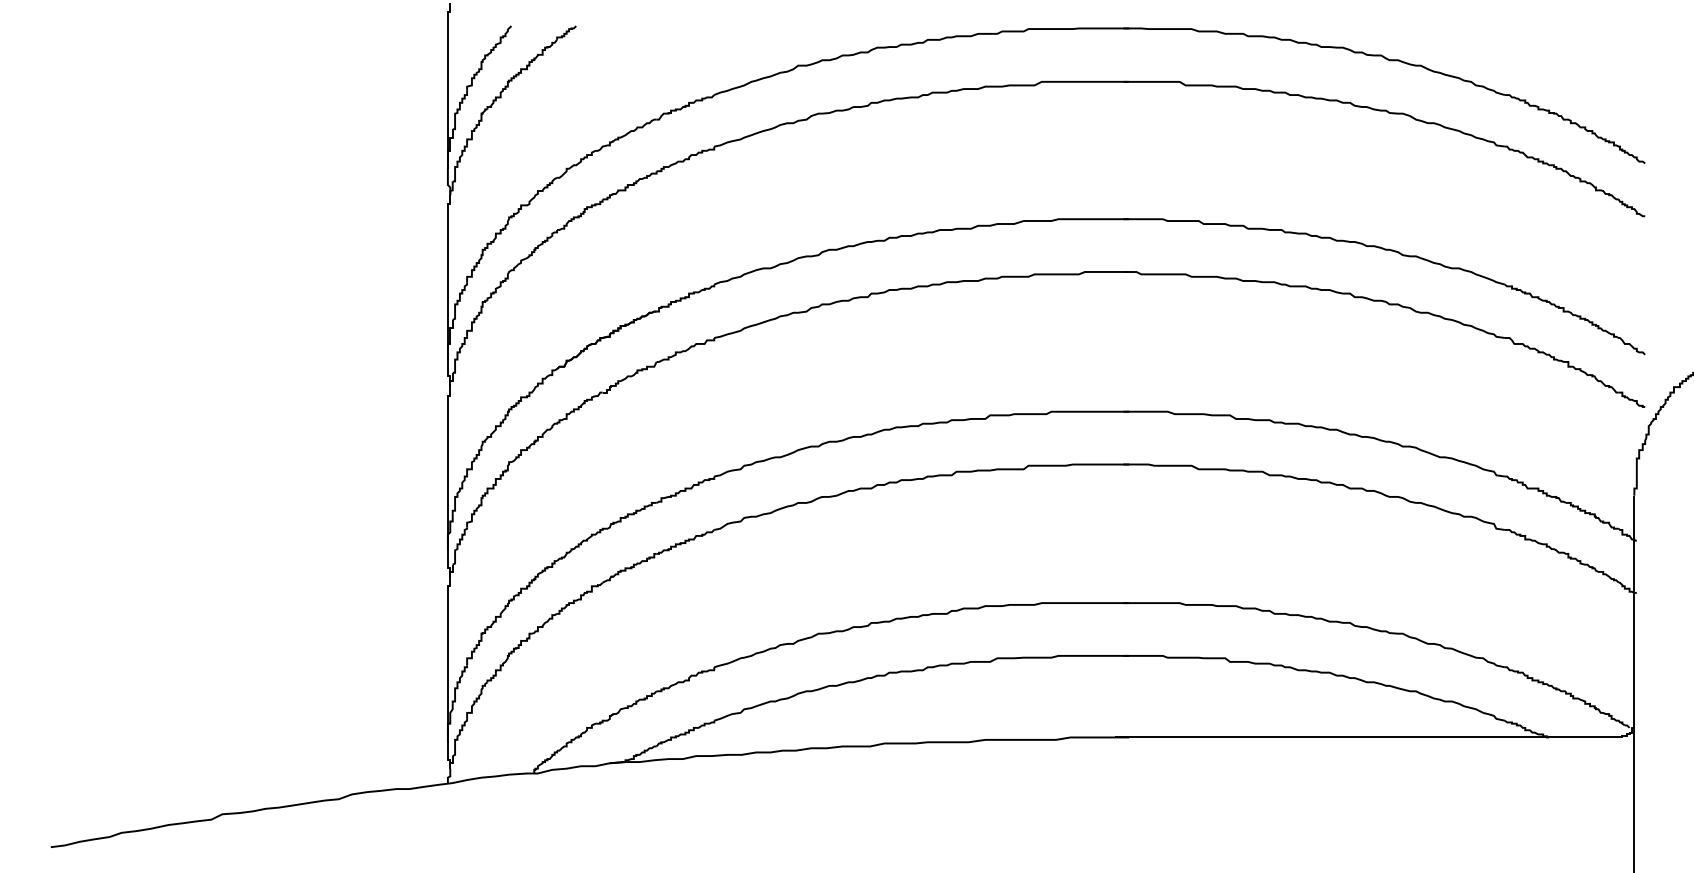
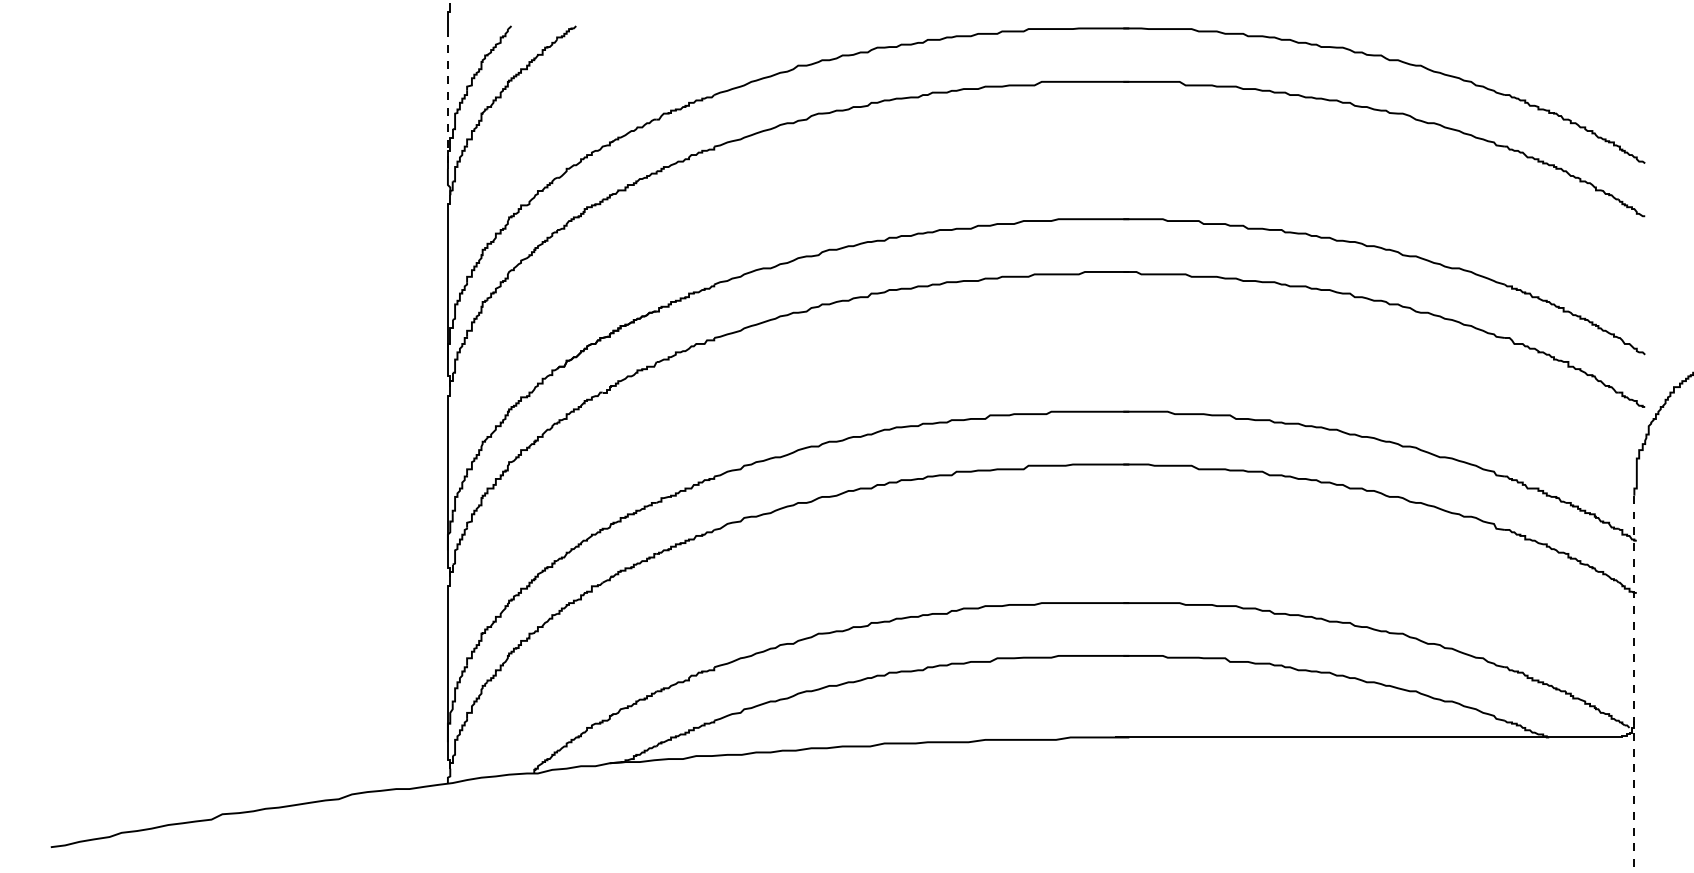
line at (447, 98): solid -> dashed
line at (1634, 684): solid -> dashed
